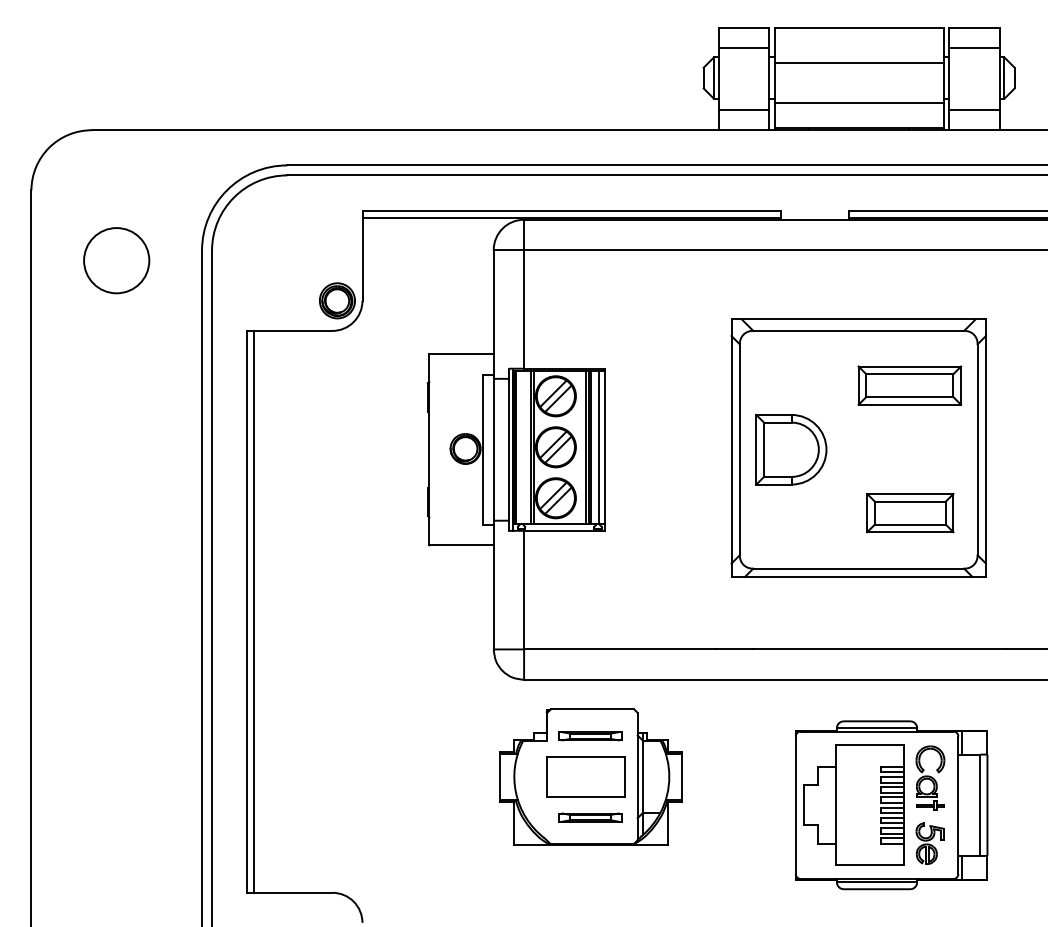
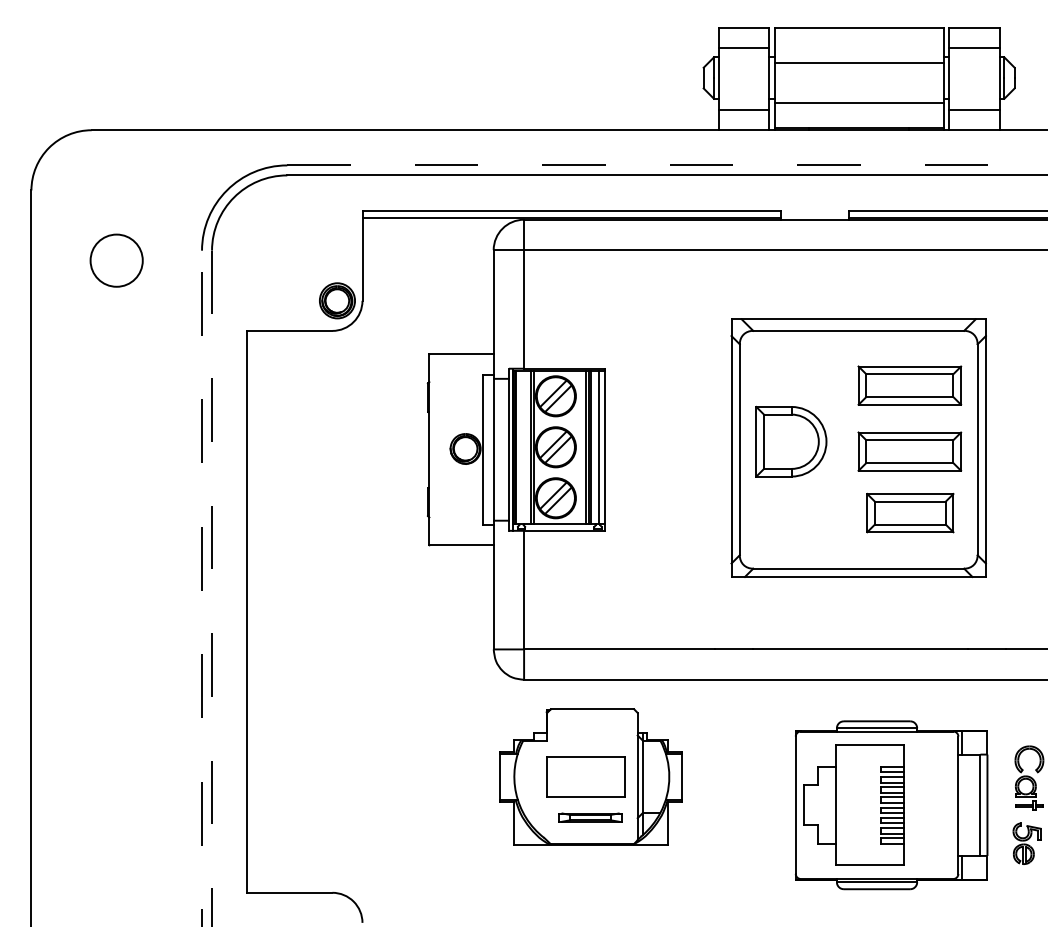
line at (667, 165): solid -> dashed
circle at (116, 260) diameter: 65 px -> 52 px
part at (791, 449) position: (791, 449) -> (791, 441)
part at (909, 451): none -> present
line at (201, 588): solid -> dashed
line at (212, 588): solid -> dashed
line at (253, 611): present -> none
part at (590, 736): present -> none
part at (930, 777) position: (930, 777) -> (1029, 777)
part at (929, 843) position: (929, 843) -> (1026, 843)
